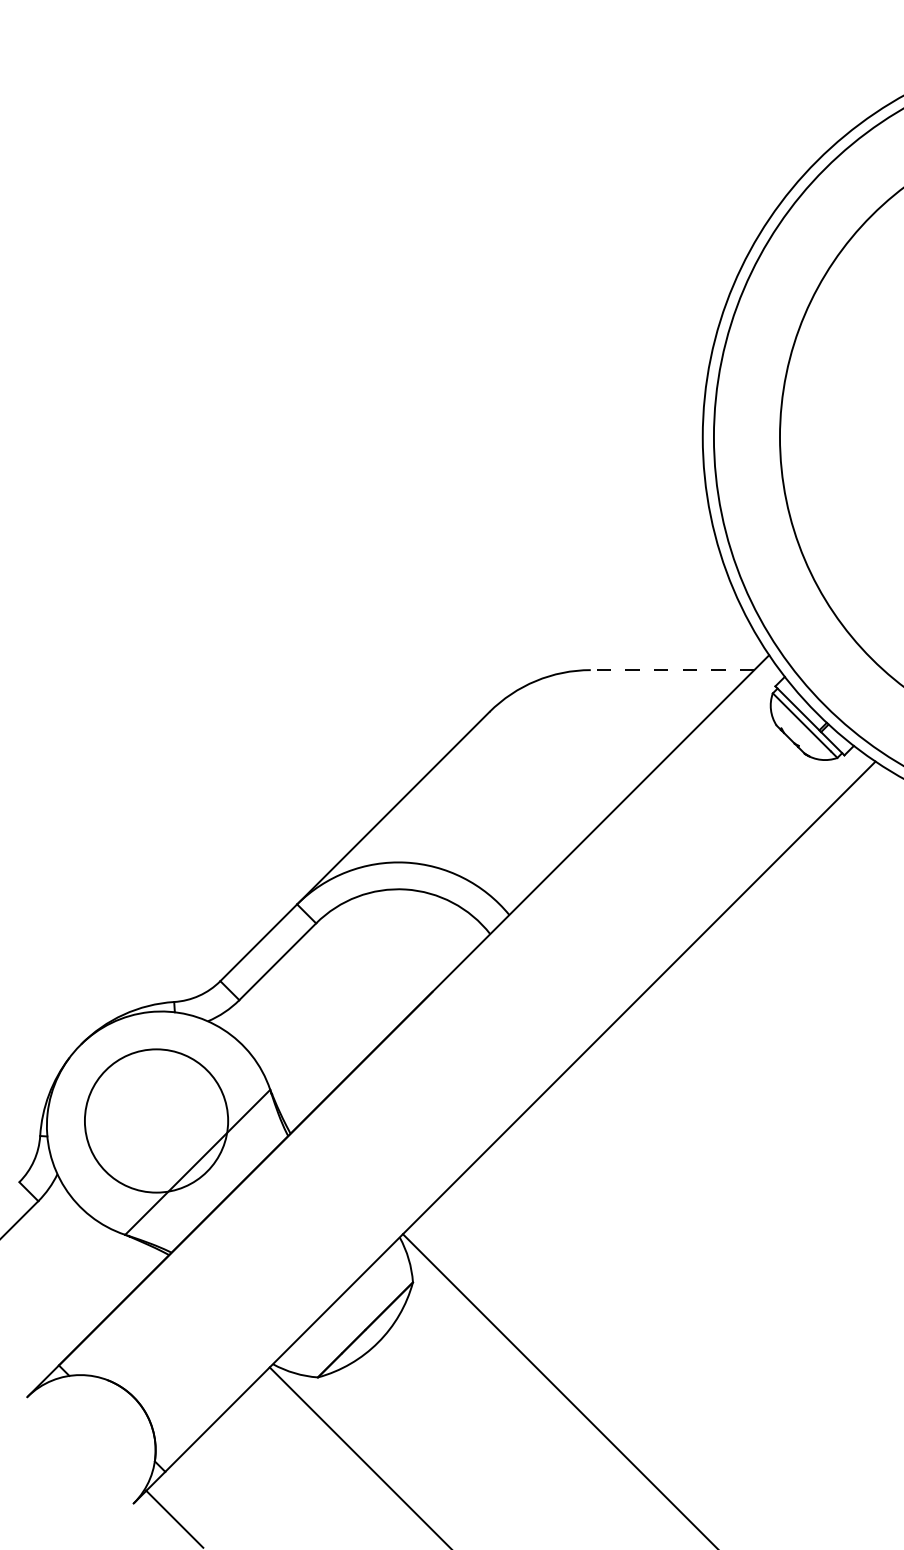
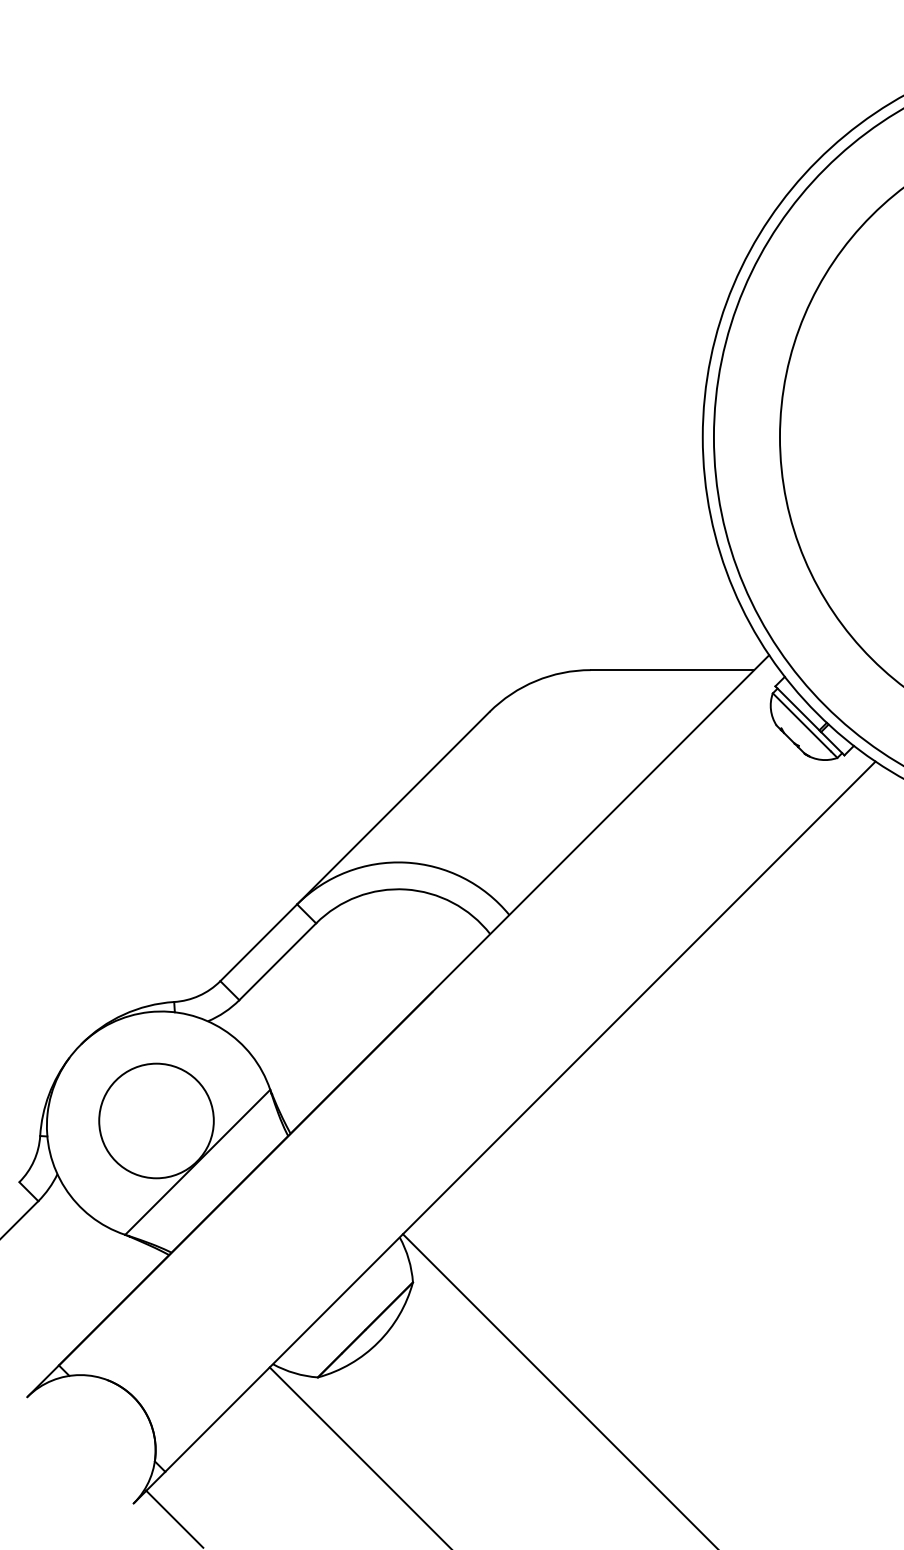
line at (672, 670): dashed -> solid
circle at (156, 1120) diameter: 143 px -> 115 px
